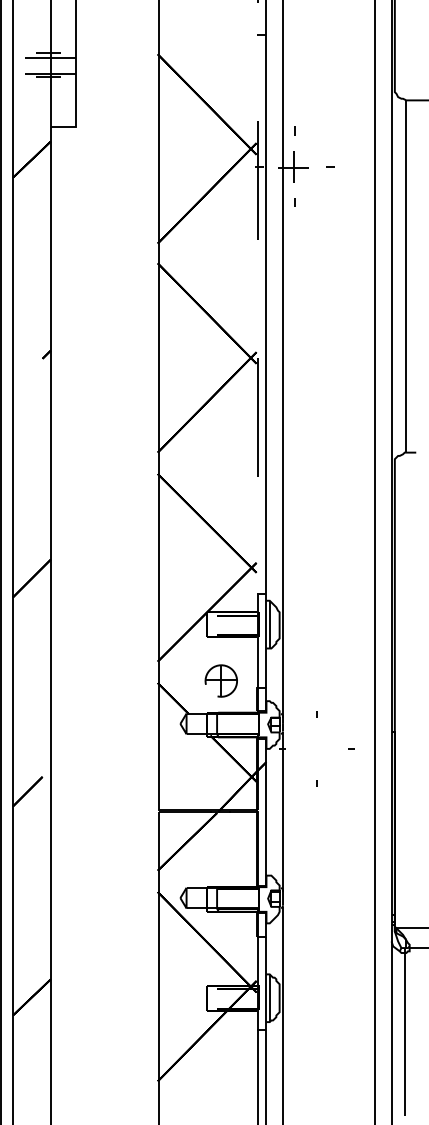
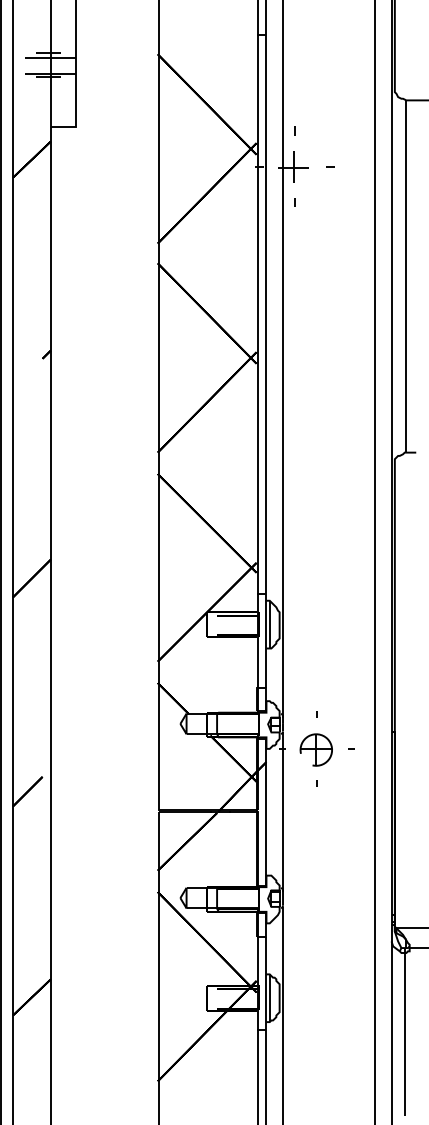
line at (258, 356): dashed -> solid
part at (220, 680) position: (220, 680) -> (315, 749)
